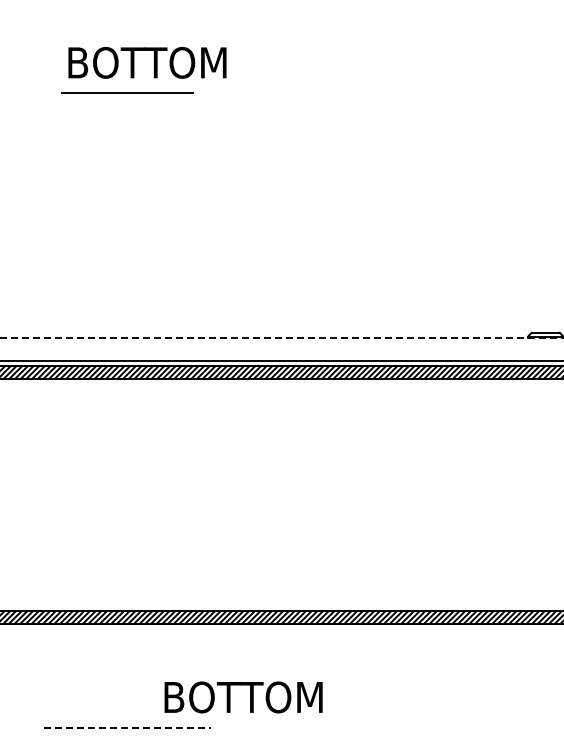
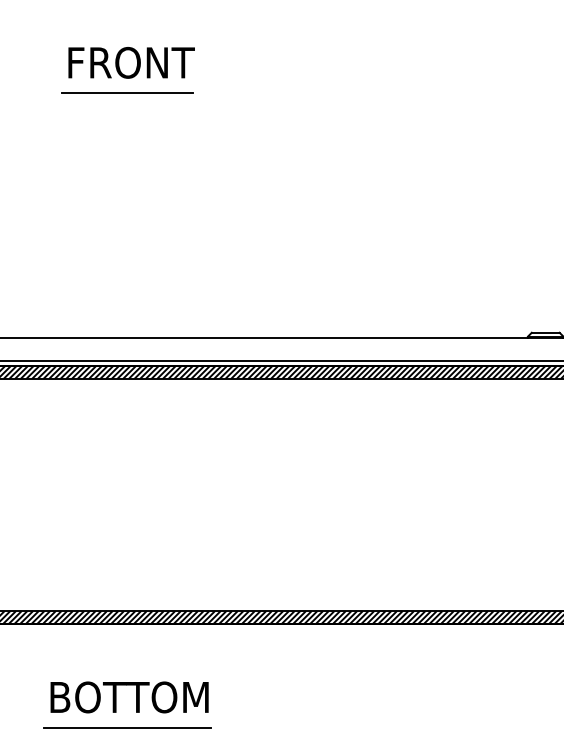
text at (149, 62): BOTTOM -> FRONT
line at (281, 337): dashed -> solid
text at (243, 697) position: (243, 697) -> (129, 697)
line at (127, 728): dashed -> solid
